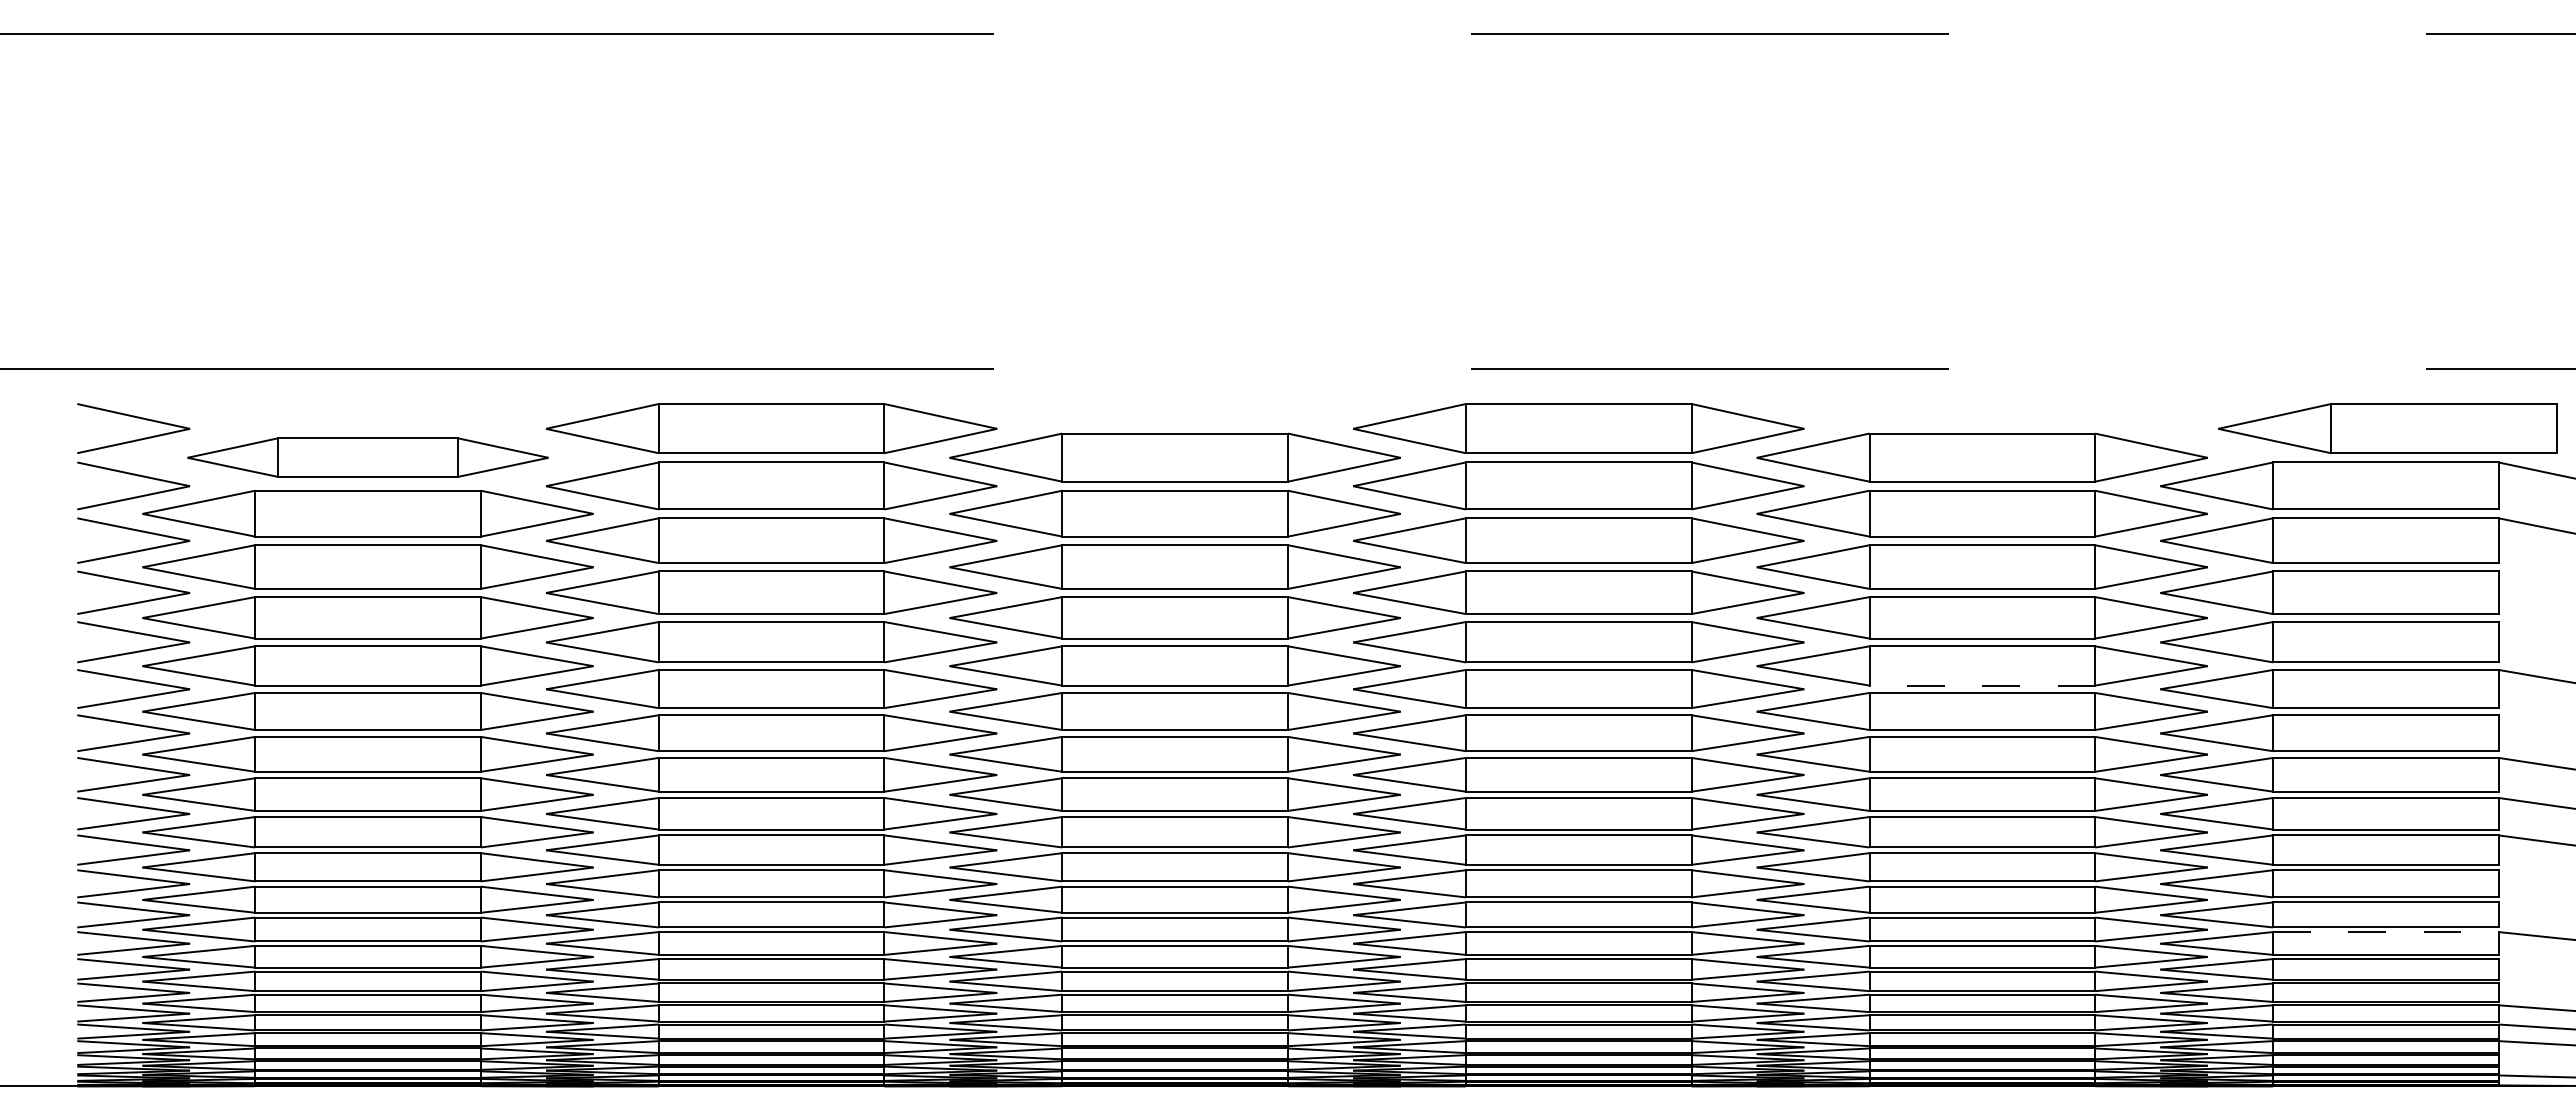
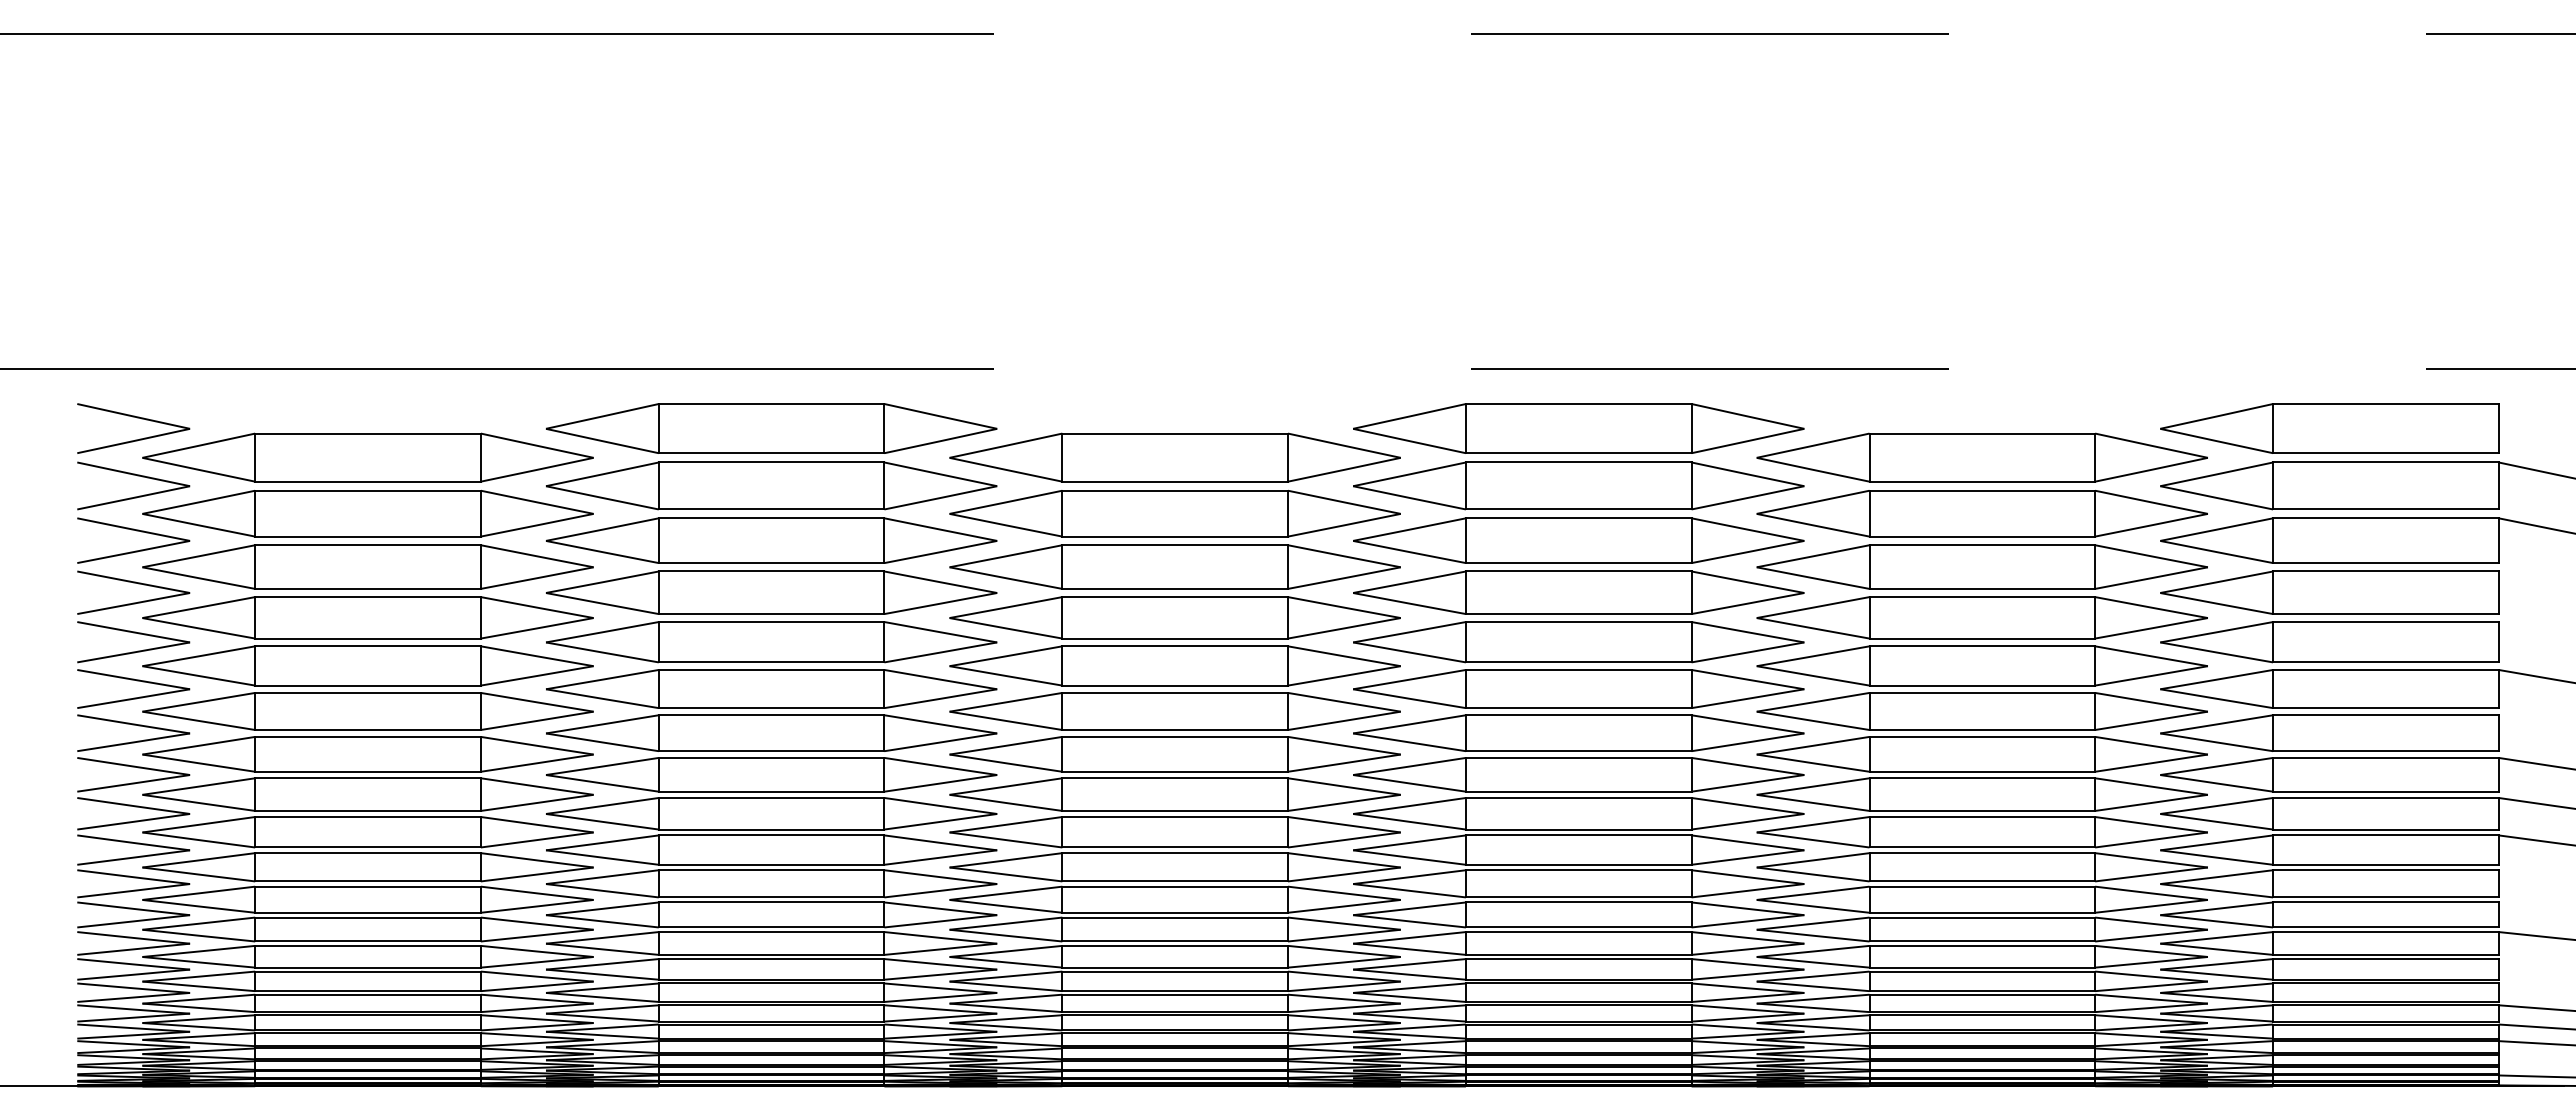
part at (2387, 428) position: (2387, 428) -> (2329, 428)
part at (367, 457) size: 362x41 px -> 452x51 px
line at (1982, 685): dashed -> solid
line at (2385, 932): dashed -> solid
